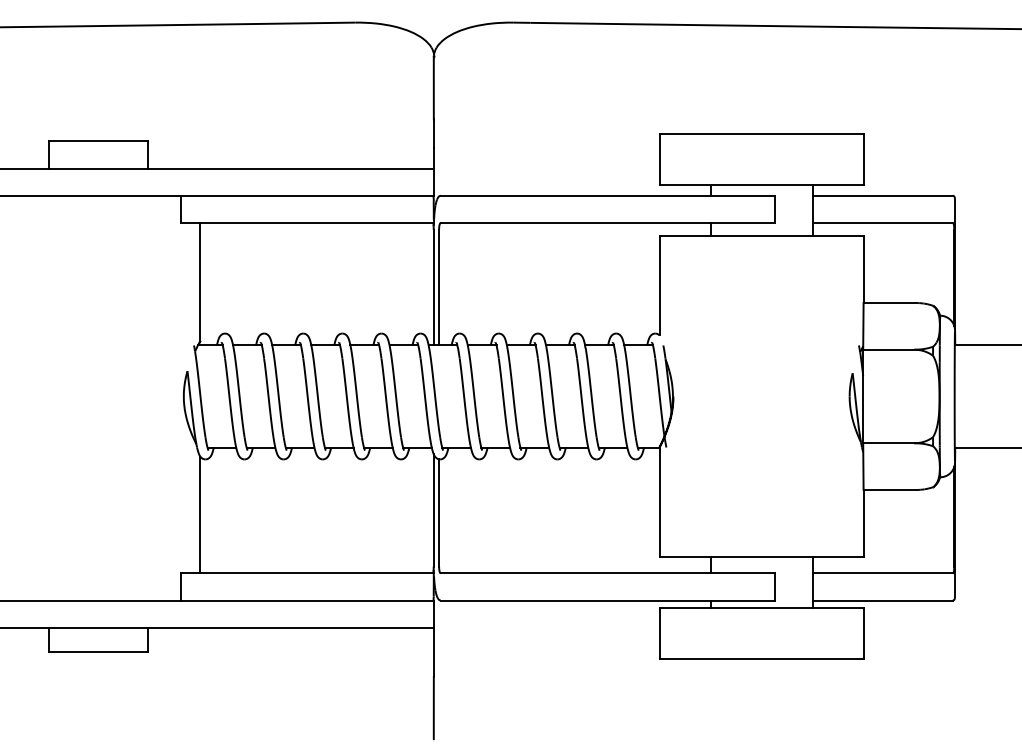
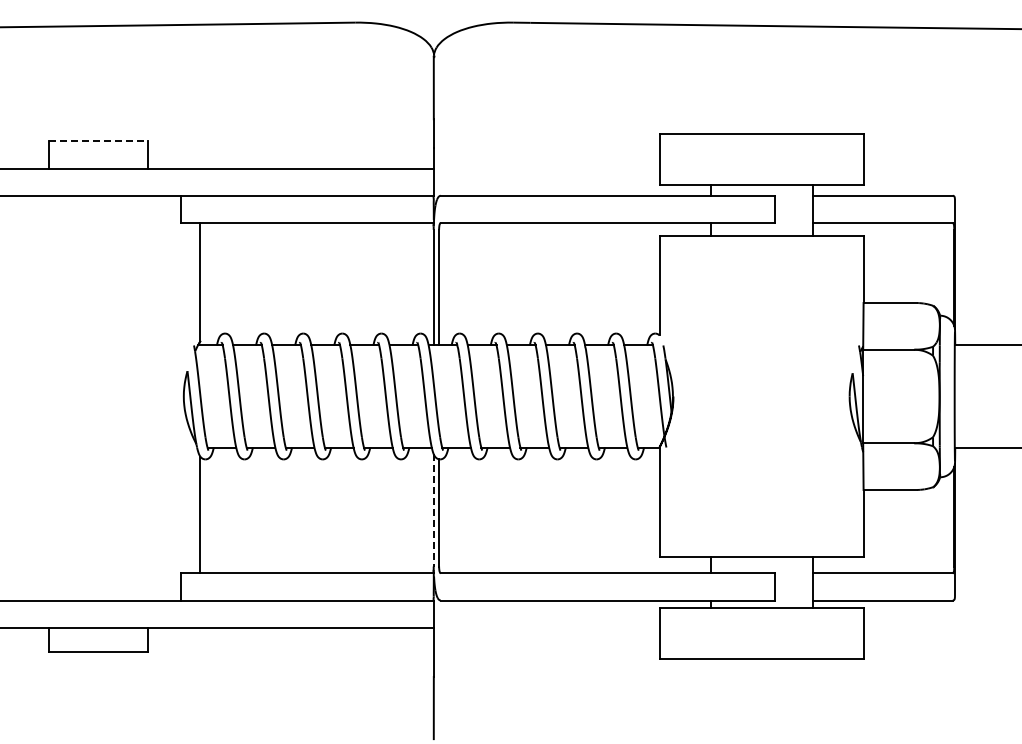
line at (98, 141): solid -> dashed
line at (433, 510): solid -> dashed
